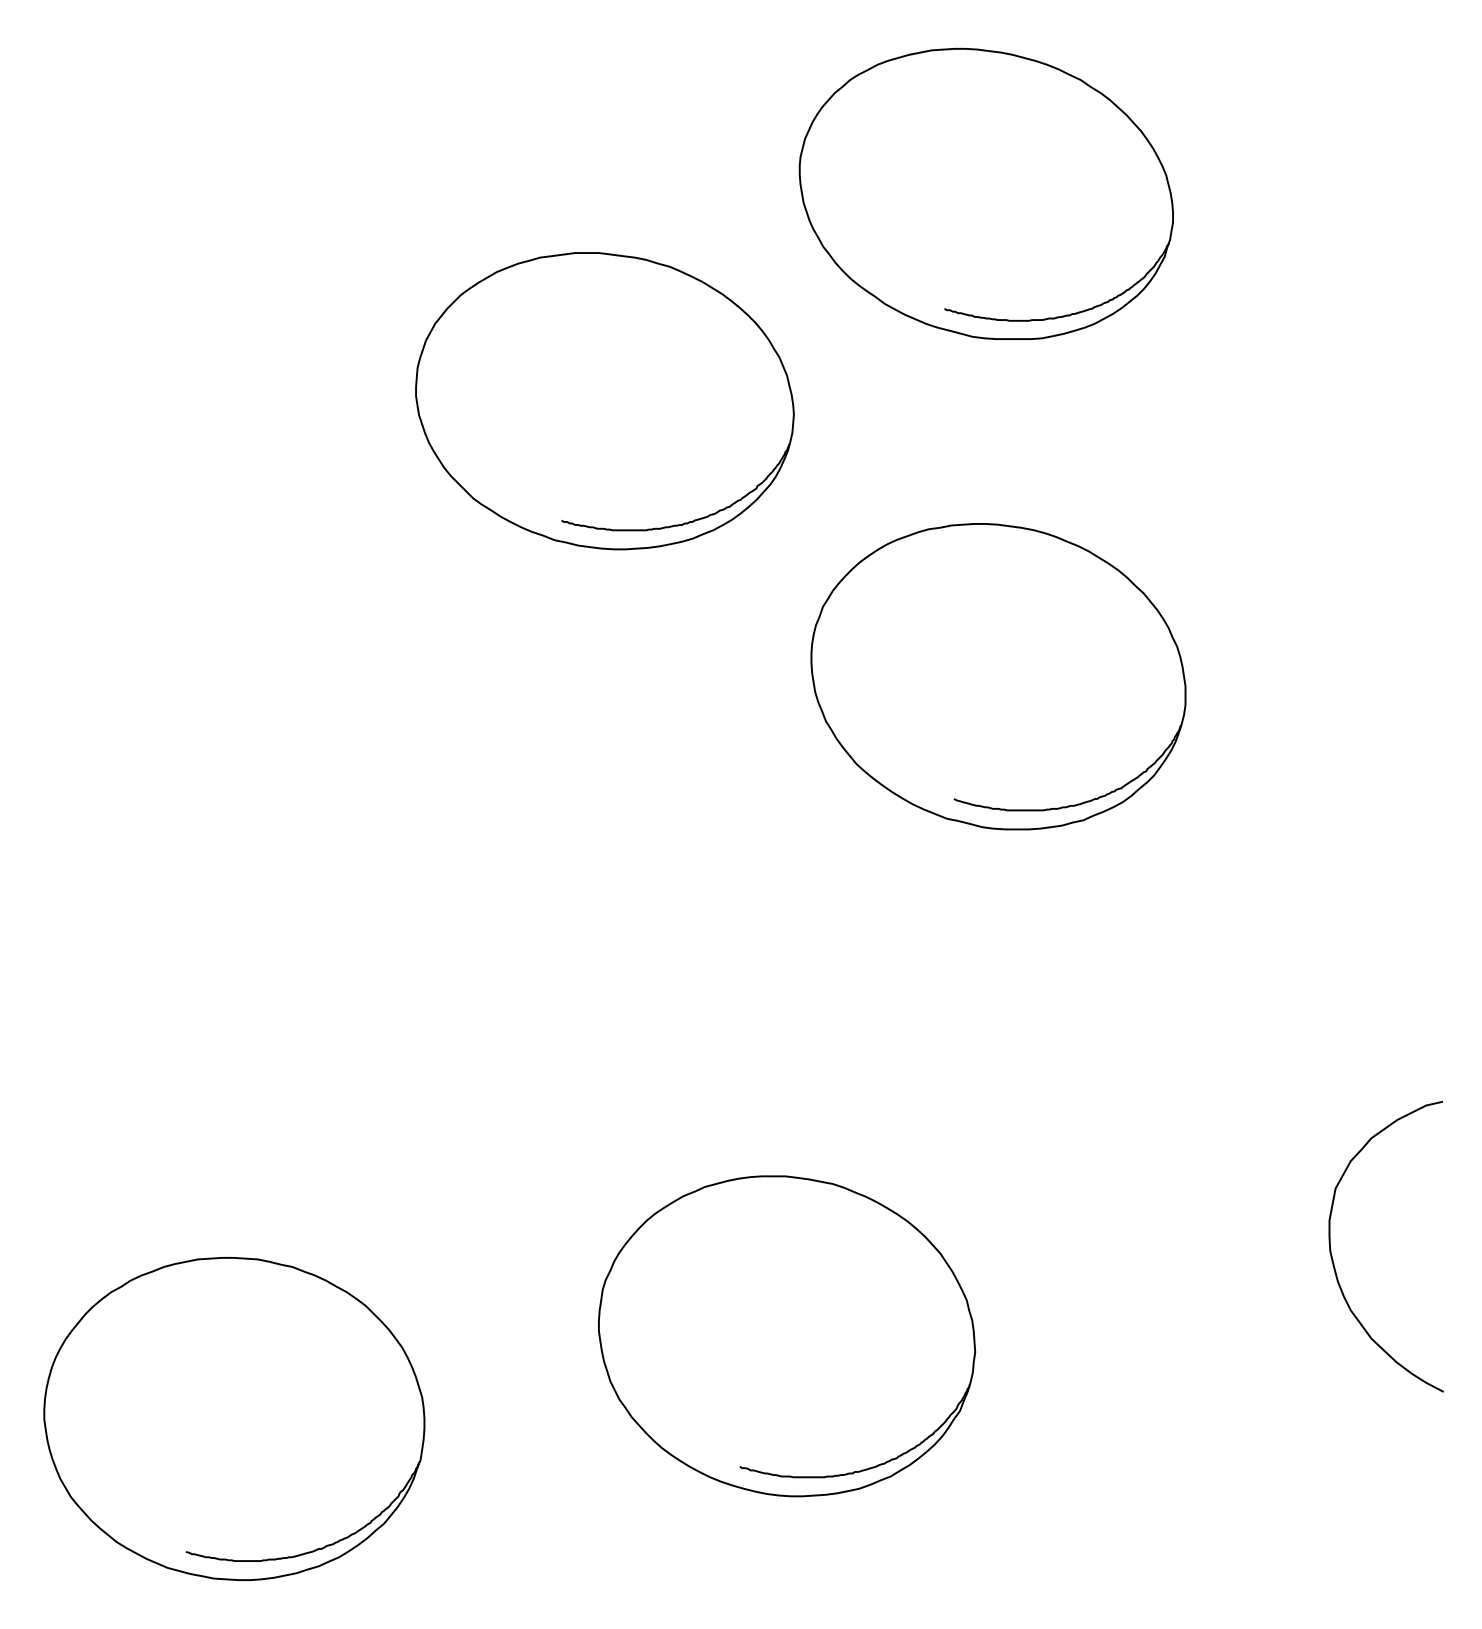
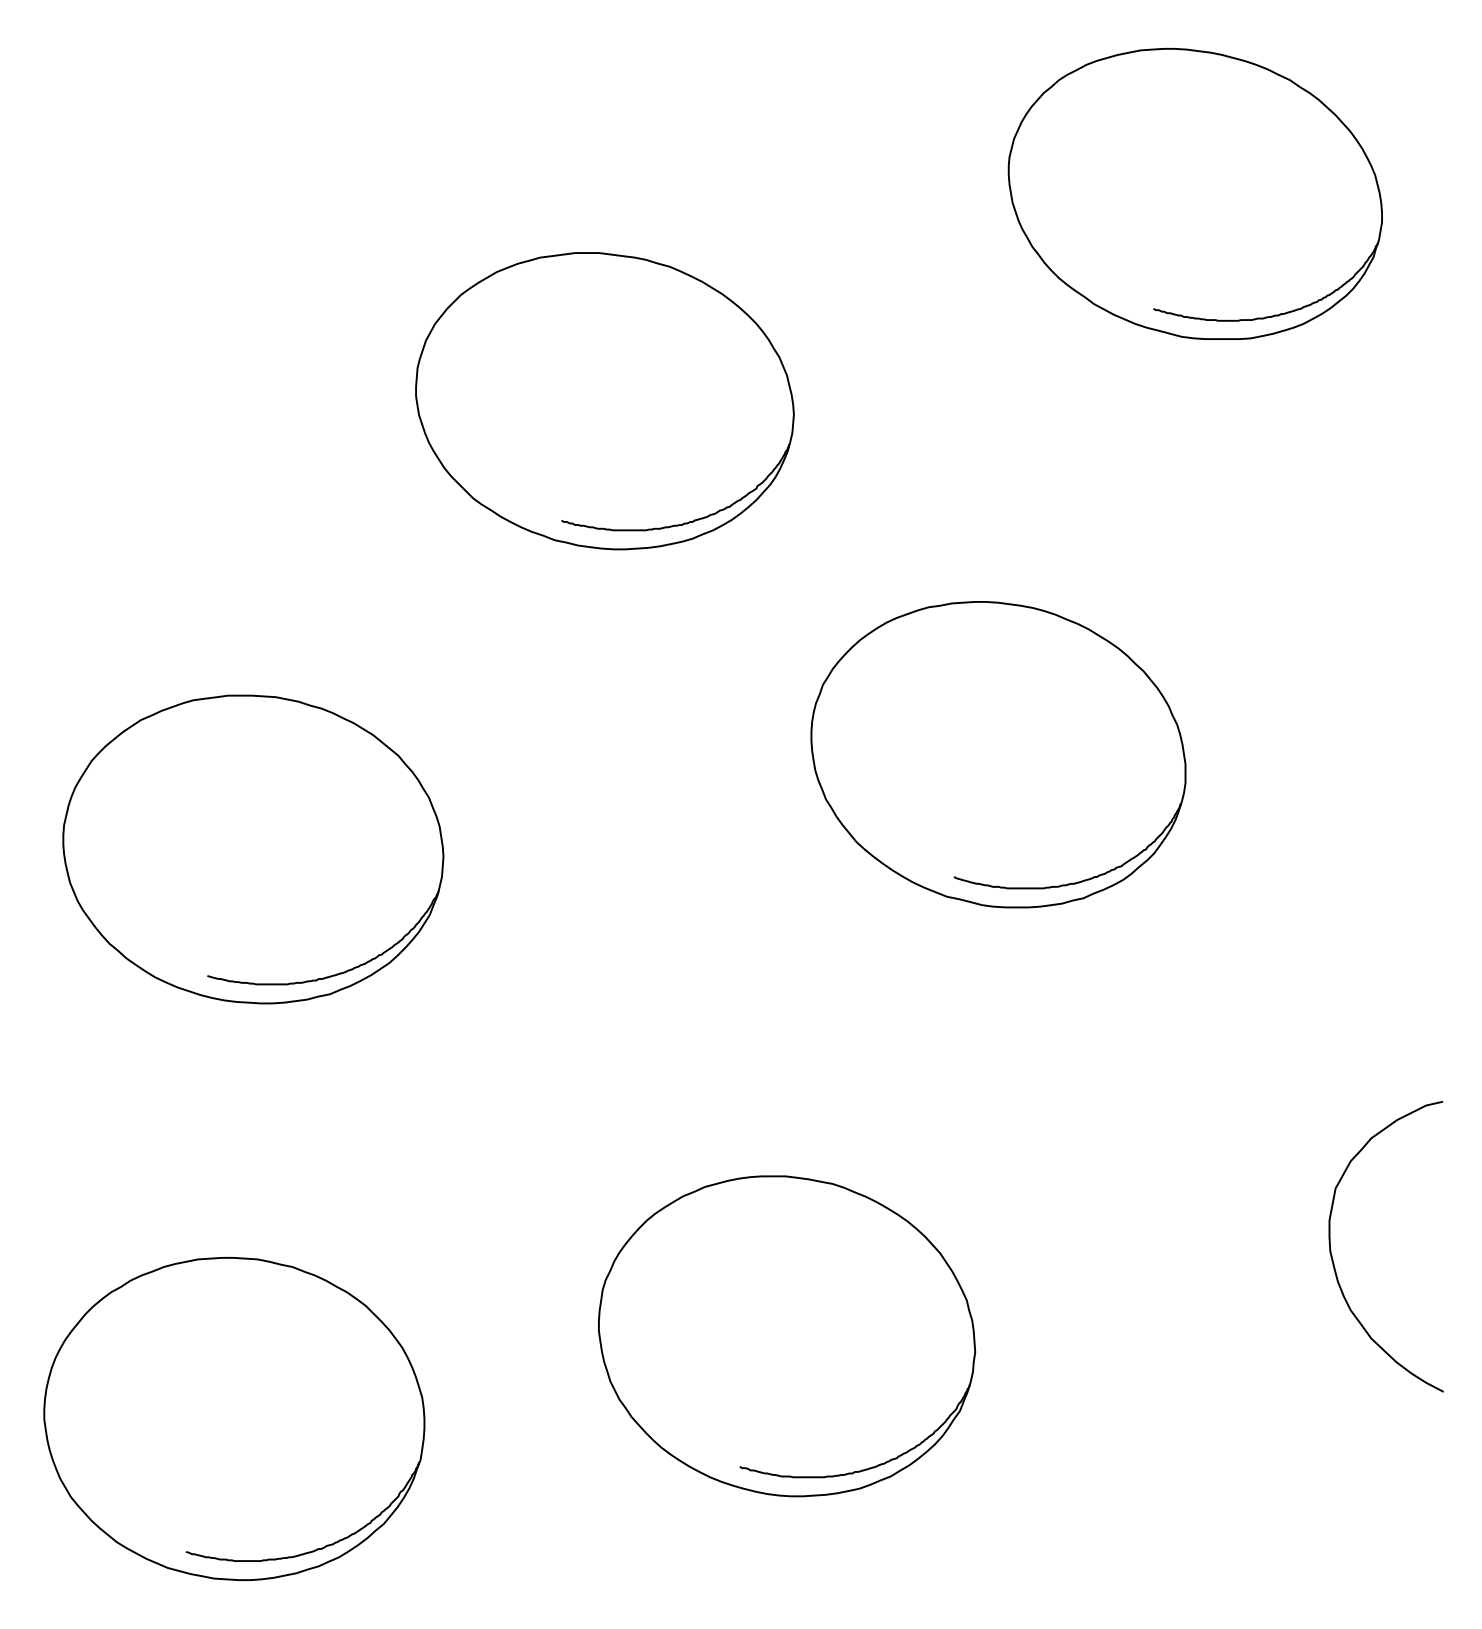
part at (985, 193) position: (985, 193) -> (1194, 193)
part at (998, 676) position: (998, 676) -> (998, 754)
part at (253, 849): none -> present
